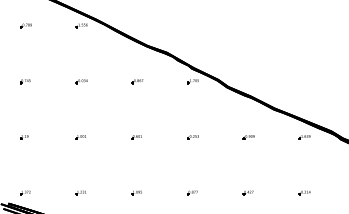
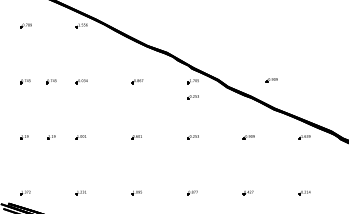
part at (271, 80): none -> present
part at (51, 81): none -> present
part at (192, 97): none -> present
part at (51, 137): none -> present
